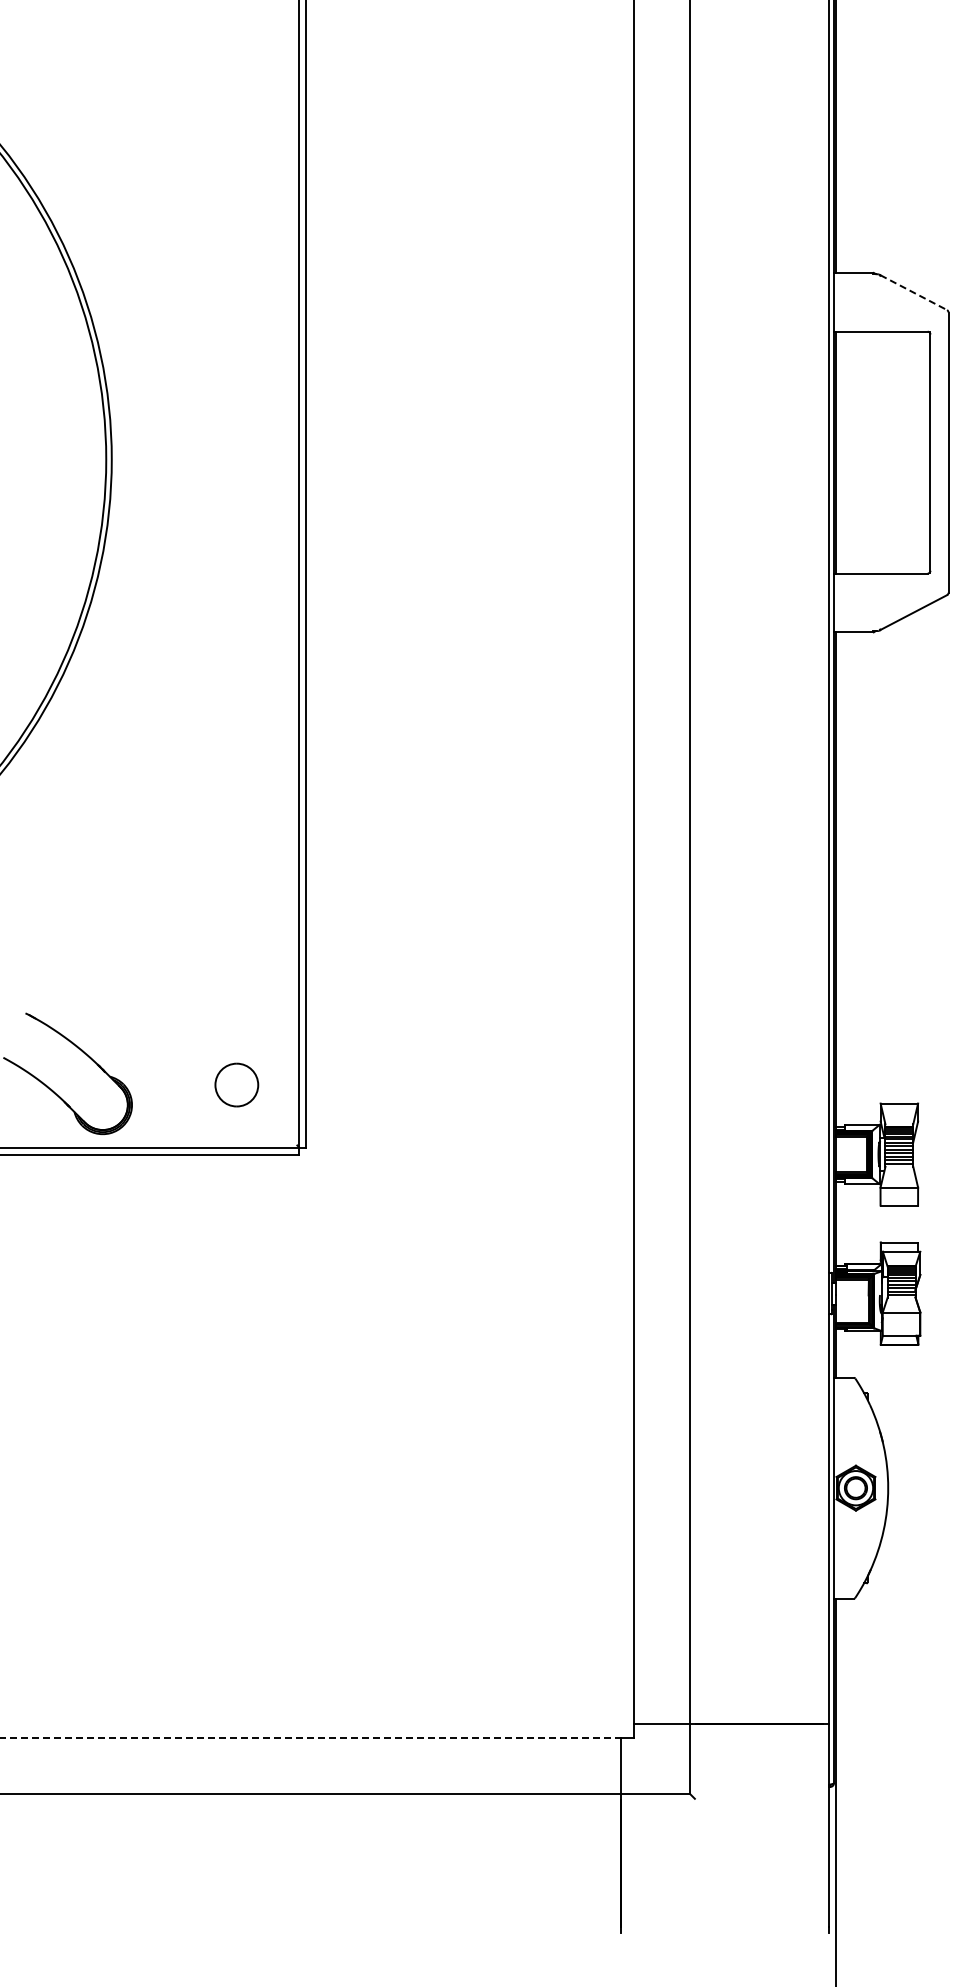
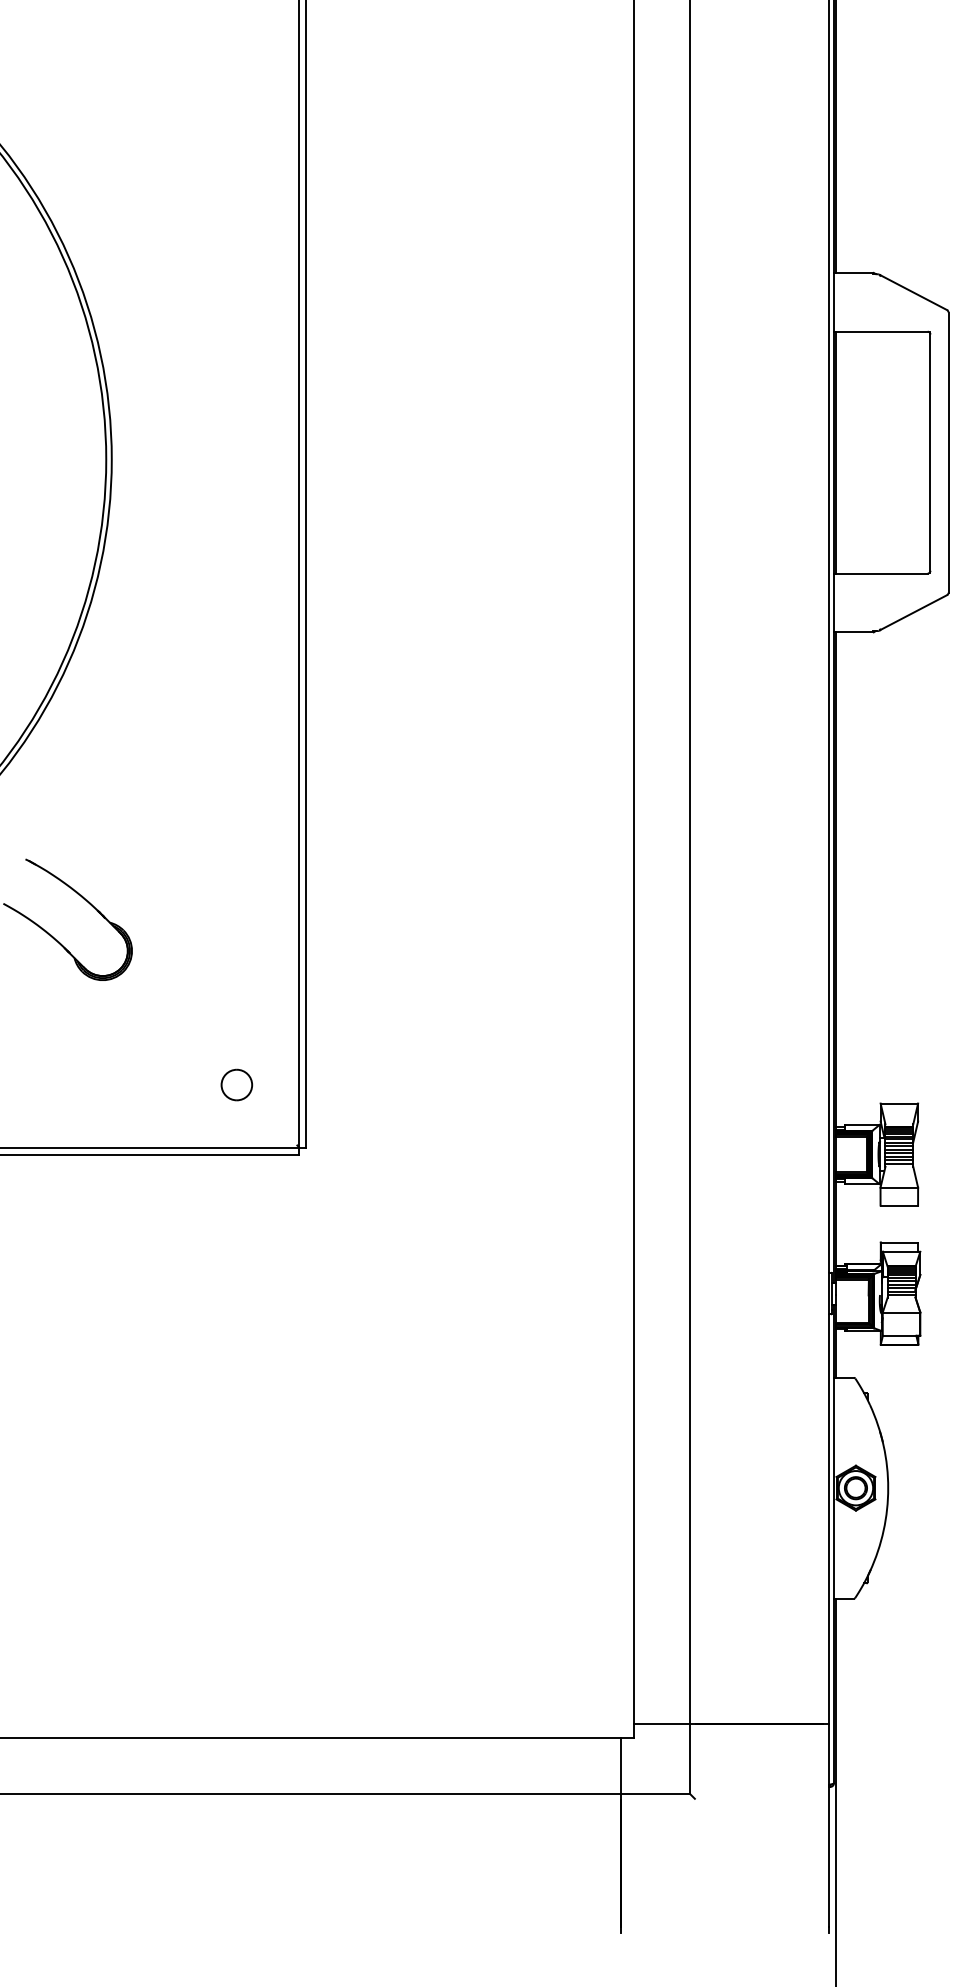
line at (913, 292): dashed -> solid
part at (236, 1084) size: 46x46 px -> 34x34 px
part at (51, 1088) position: (51, 1088) -> (51, 934)
line at (310, 1737): dashed -> solid
